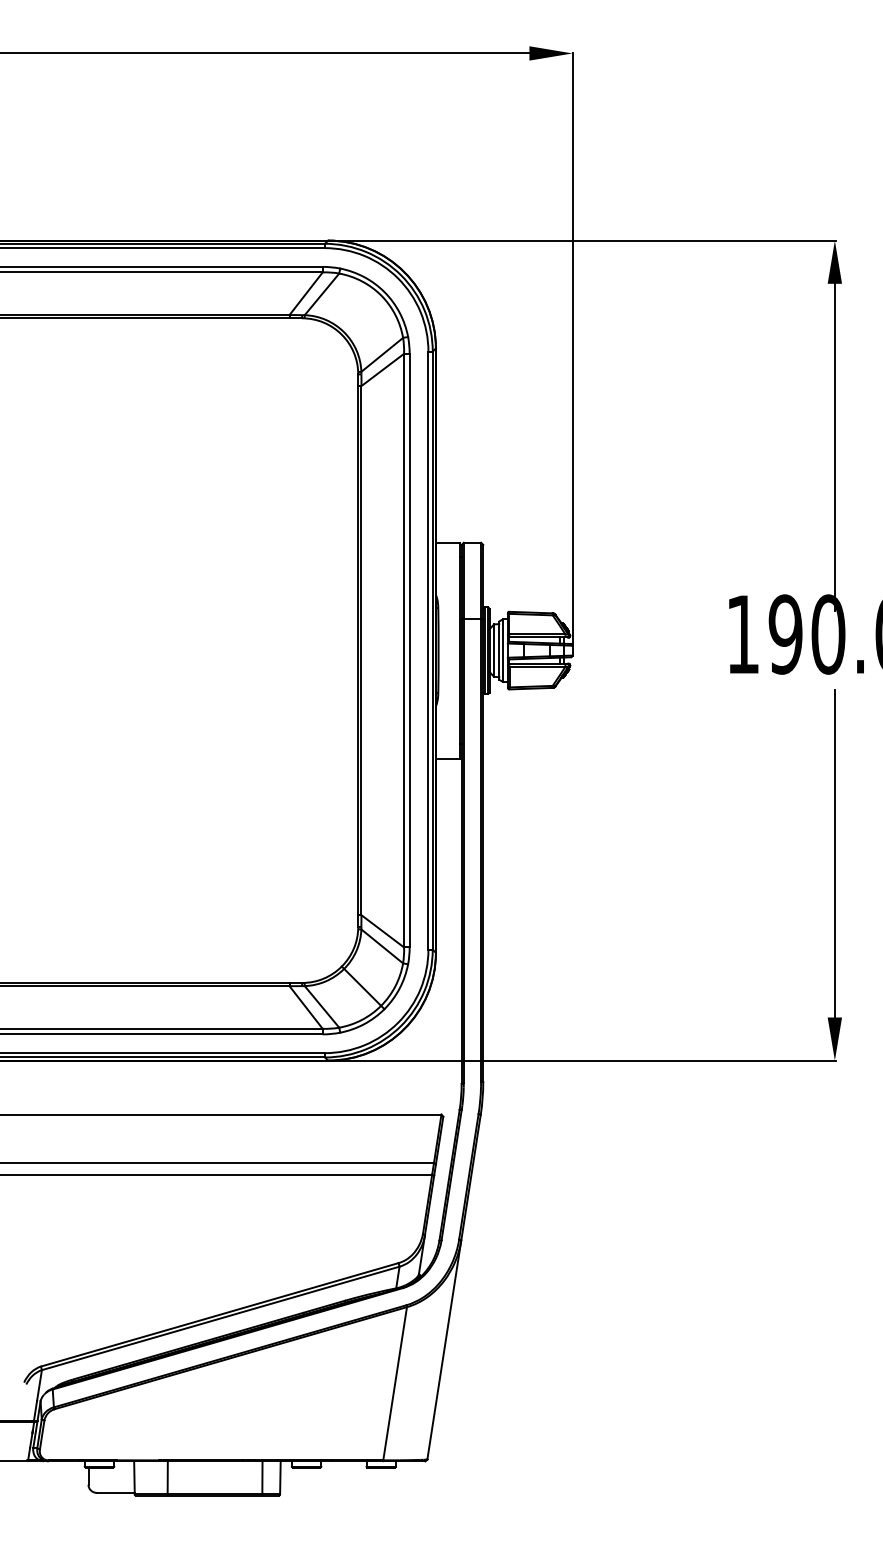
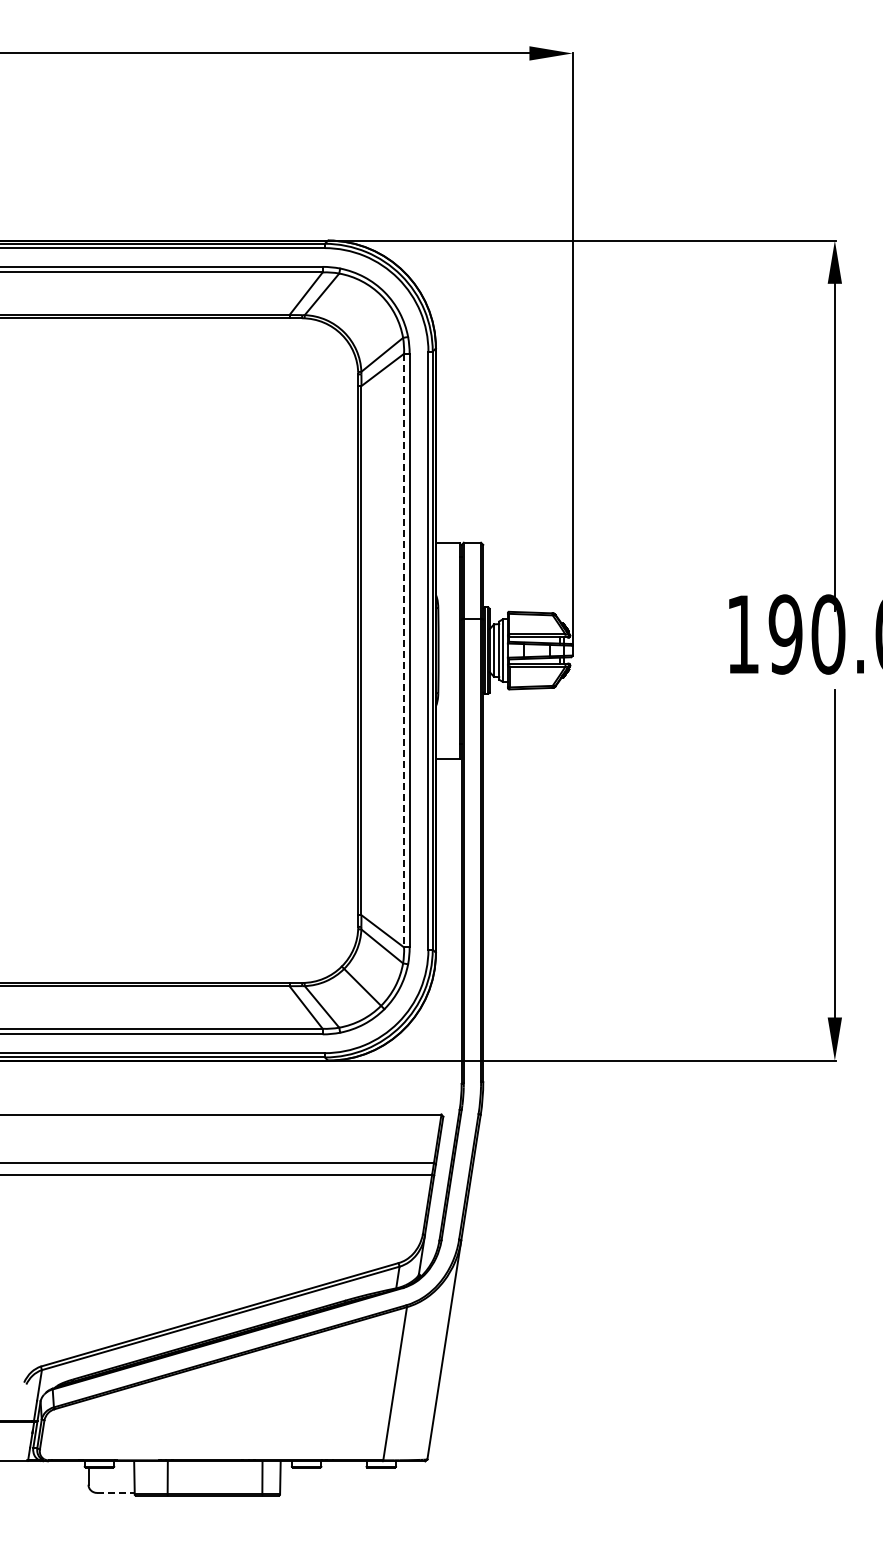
line at (404, 650): solid -> dashed
line at (115, 1492): solid -> dashed
